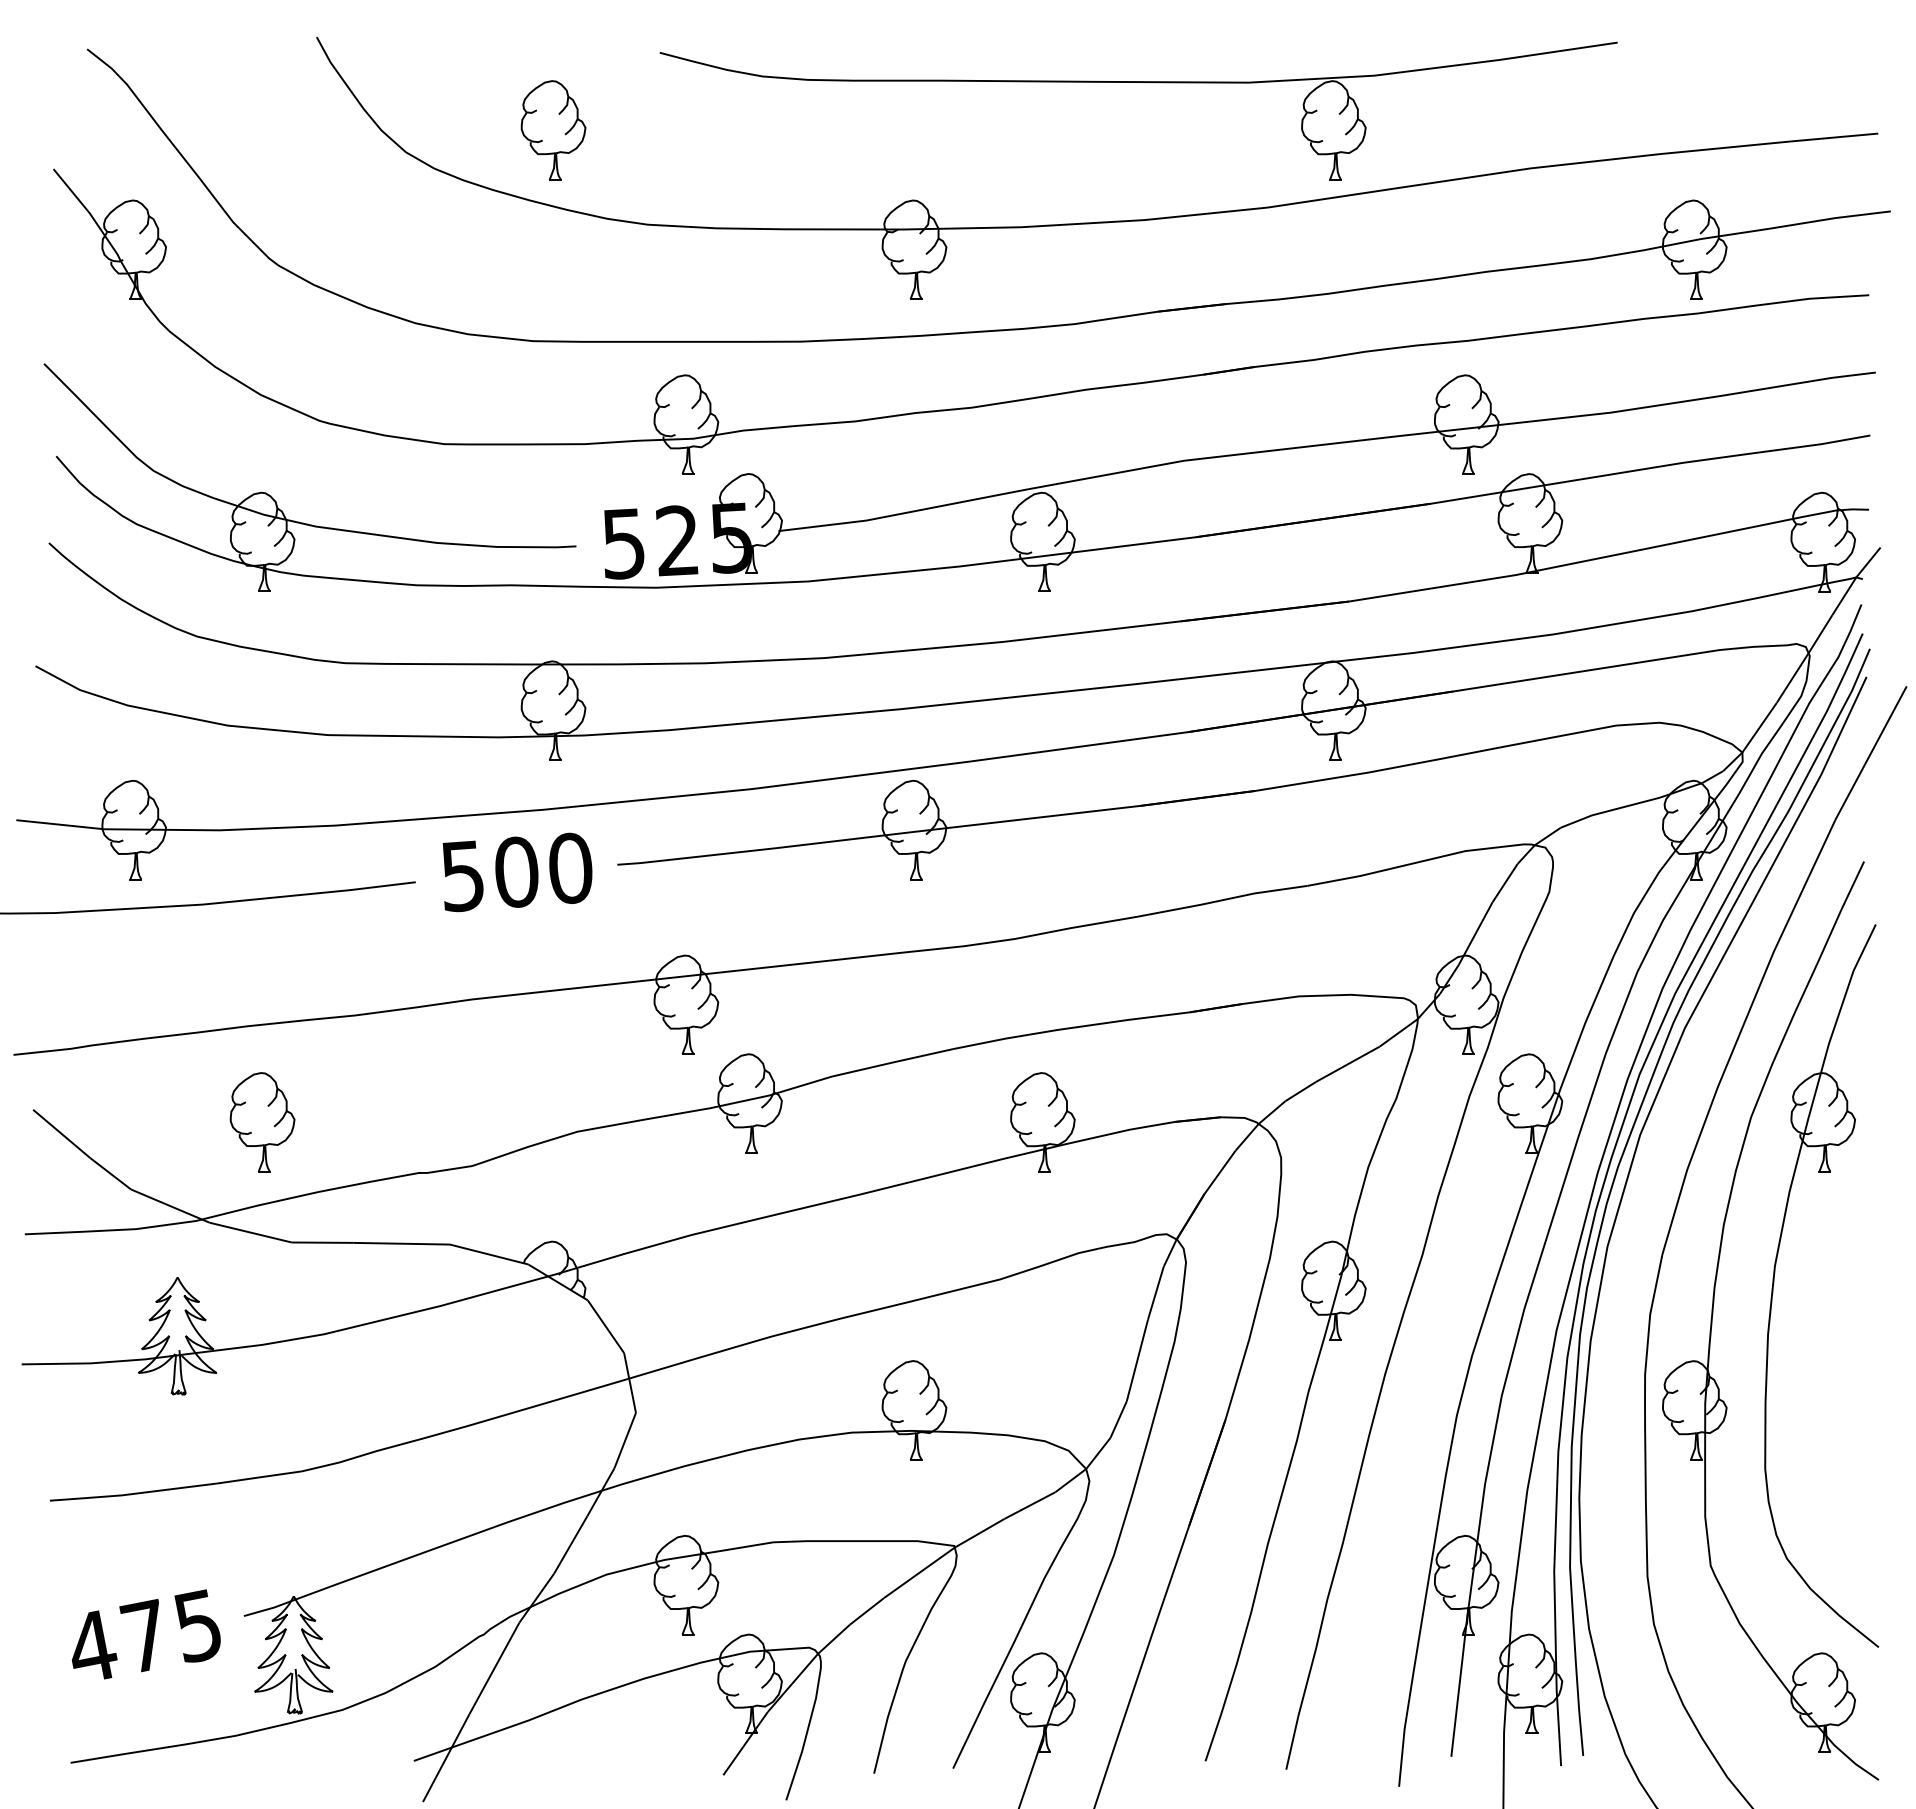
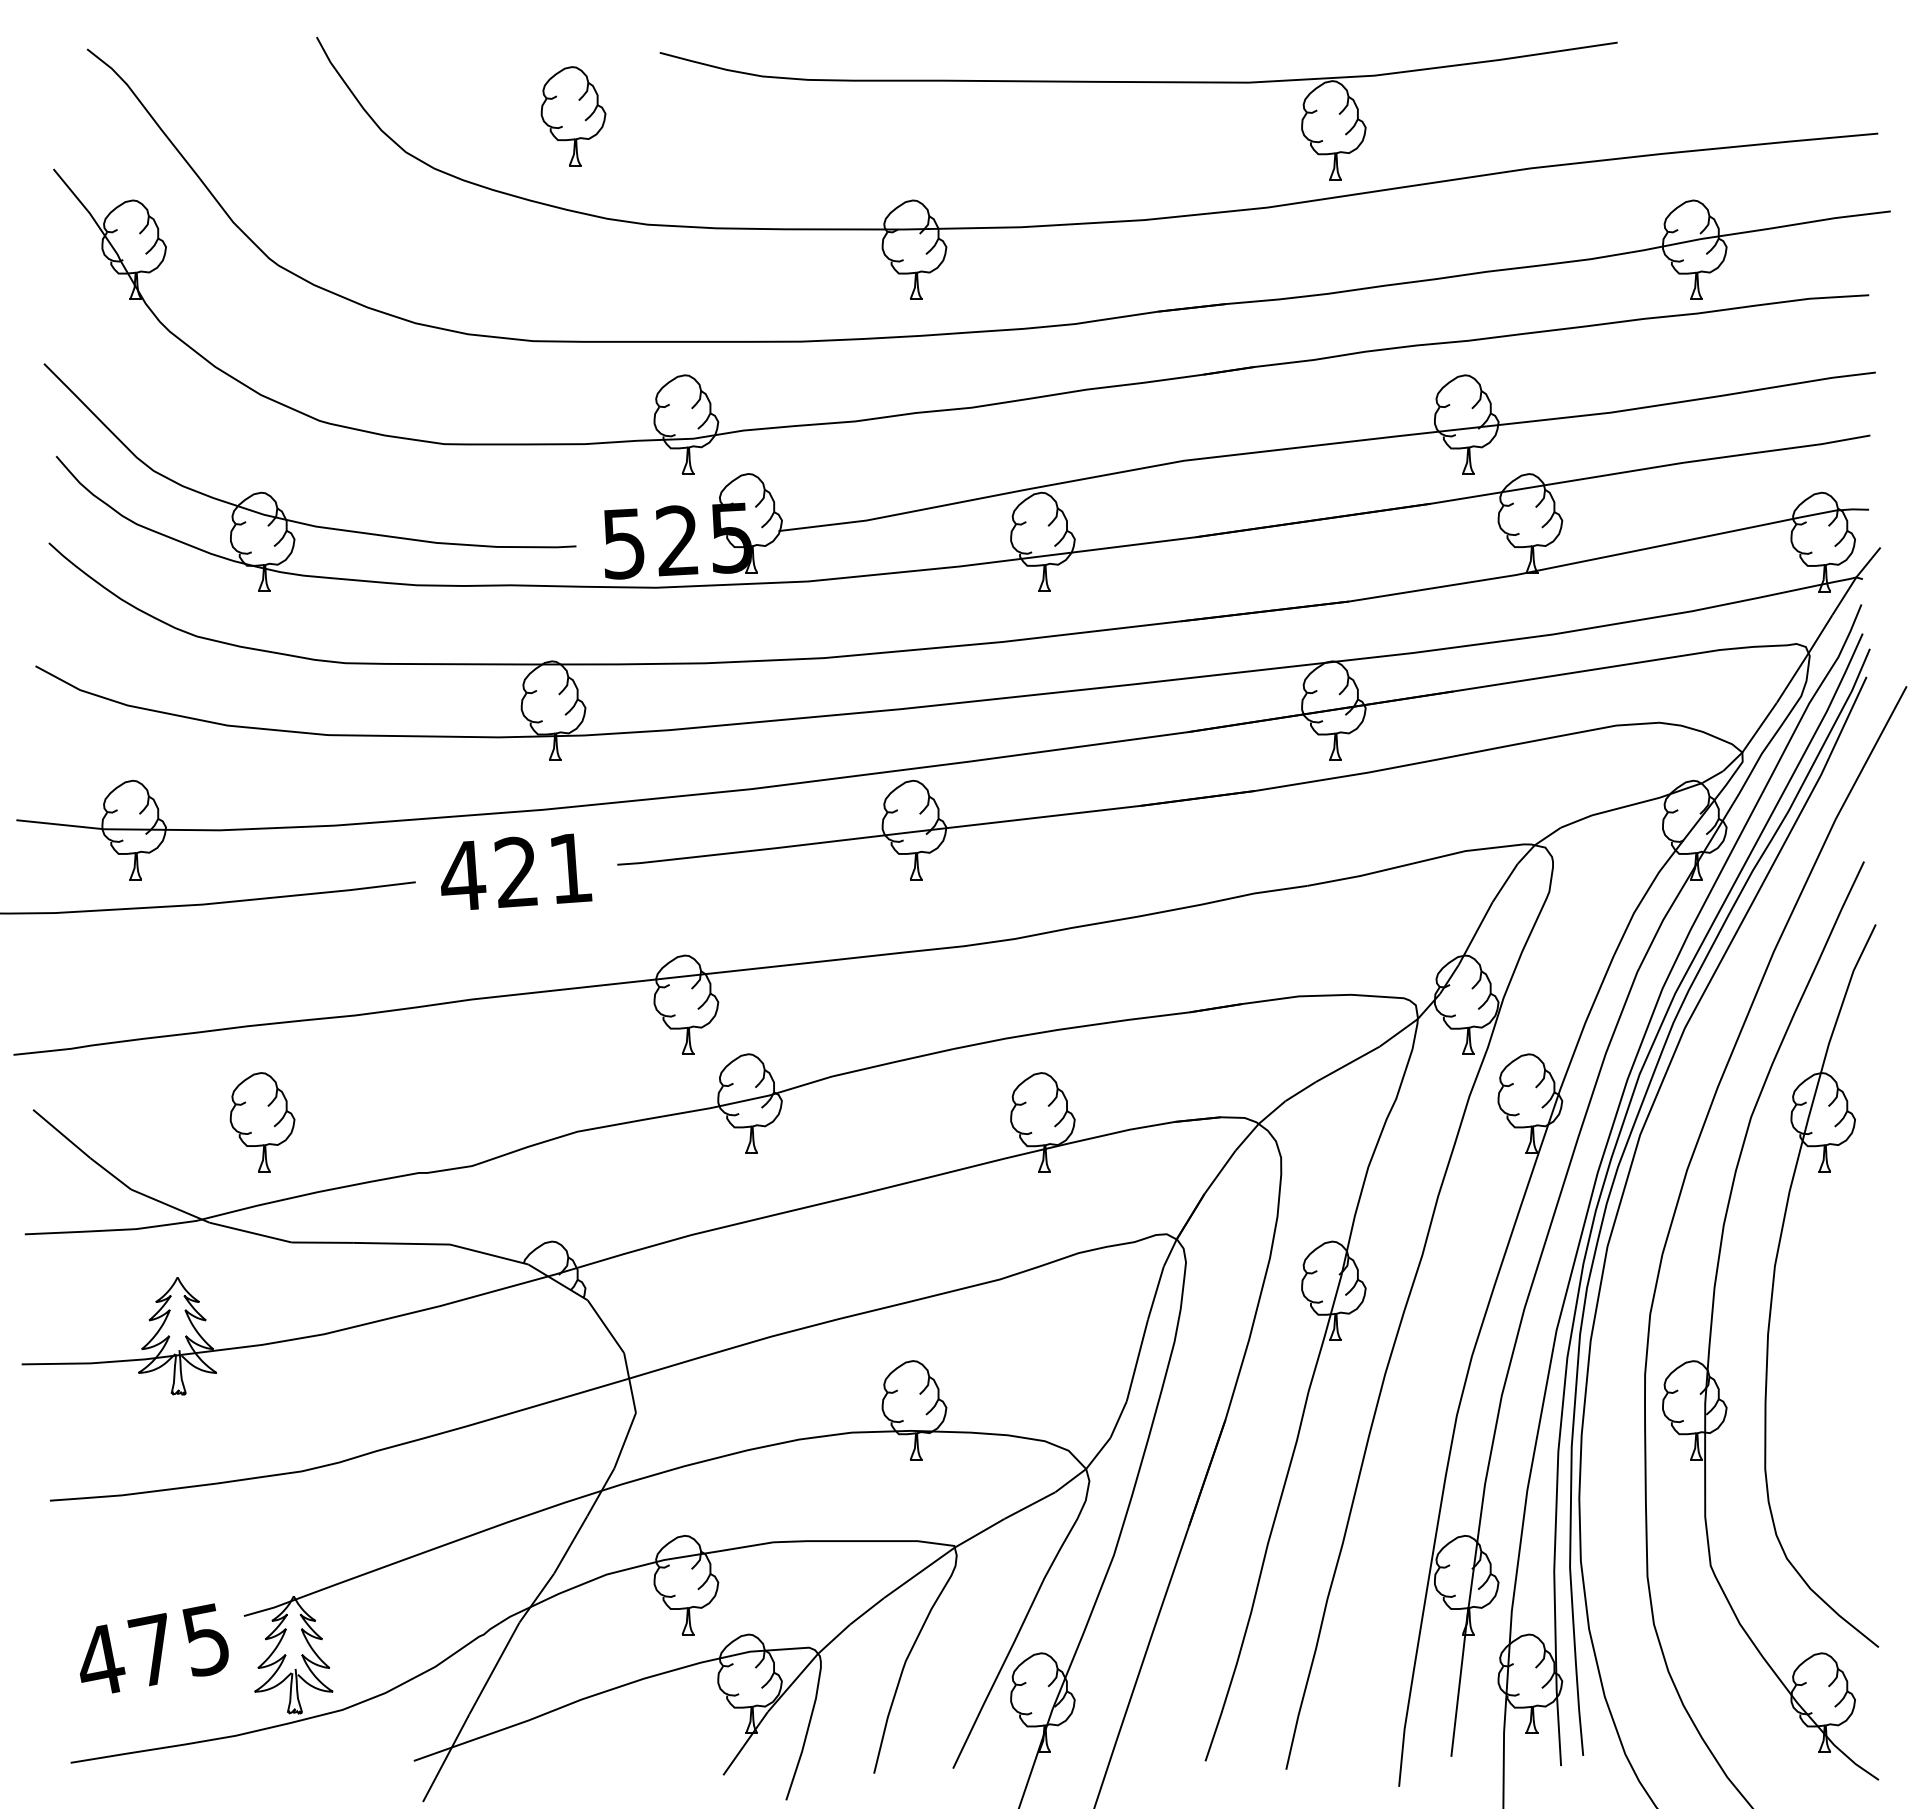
part at (553, 130) position: (553, 130) -> (573, 116)
text at (516, 872): 500 -> 421
text at (145, 1634) position: (145, 1634) -> (153, 1648)
